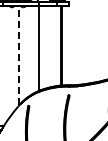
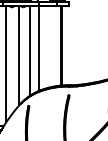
line at (30, 50): none -> present
line at (19, 55): dashed -> solid
line at (6, 64): none -> present
